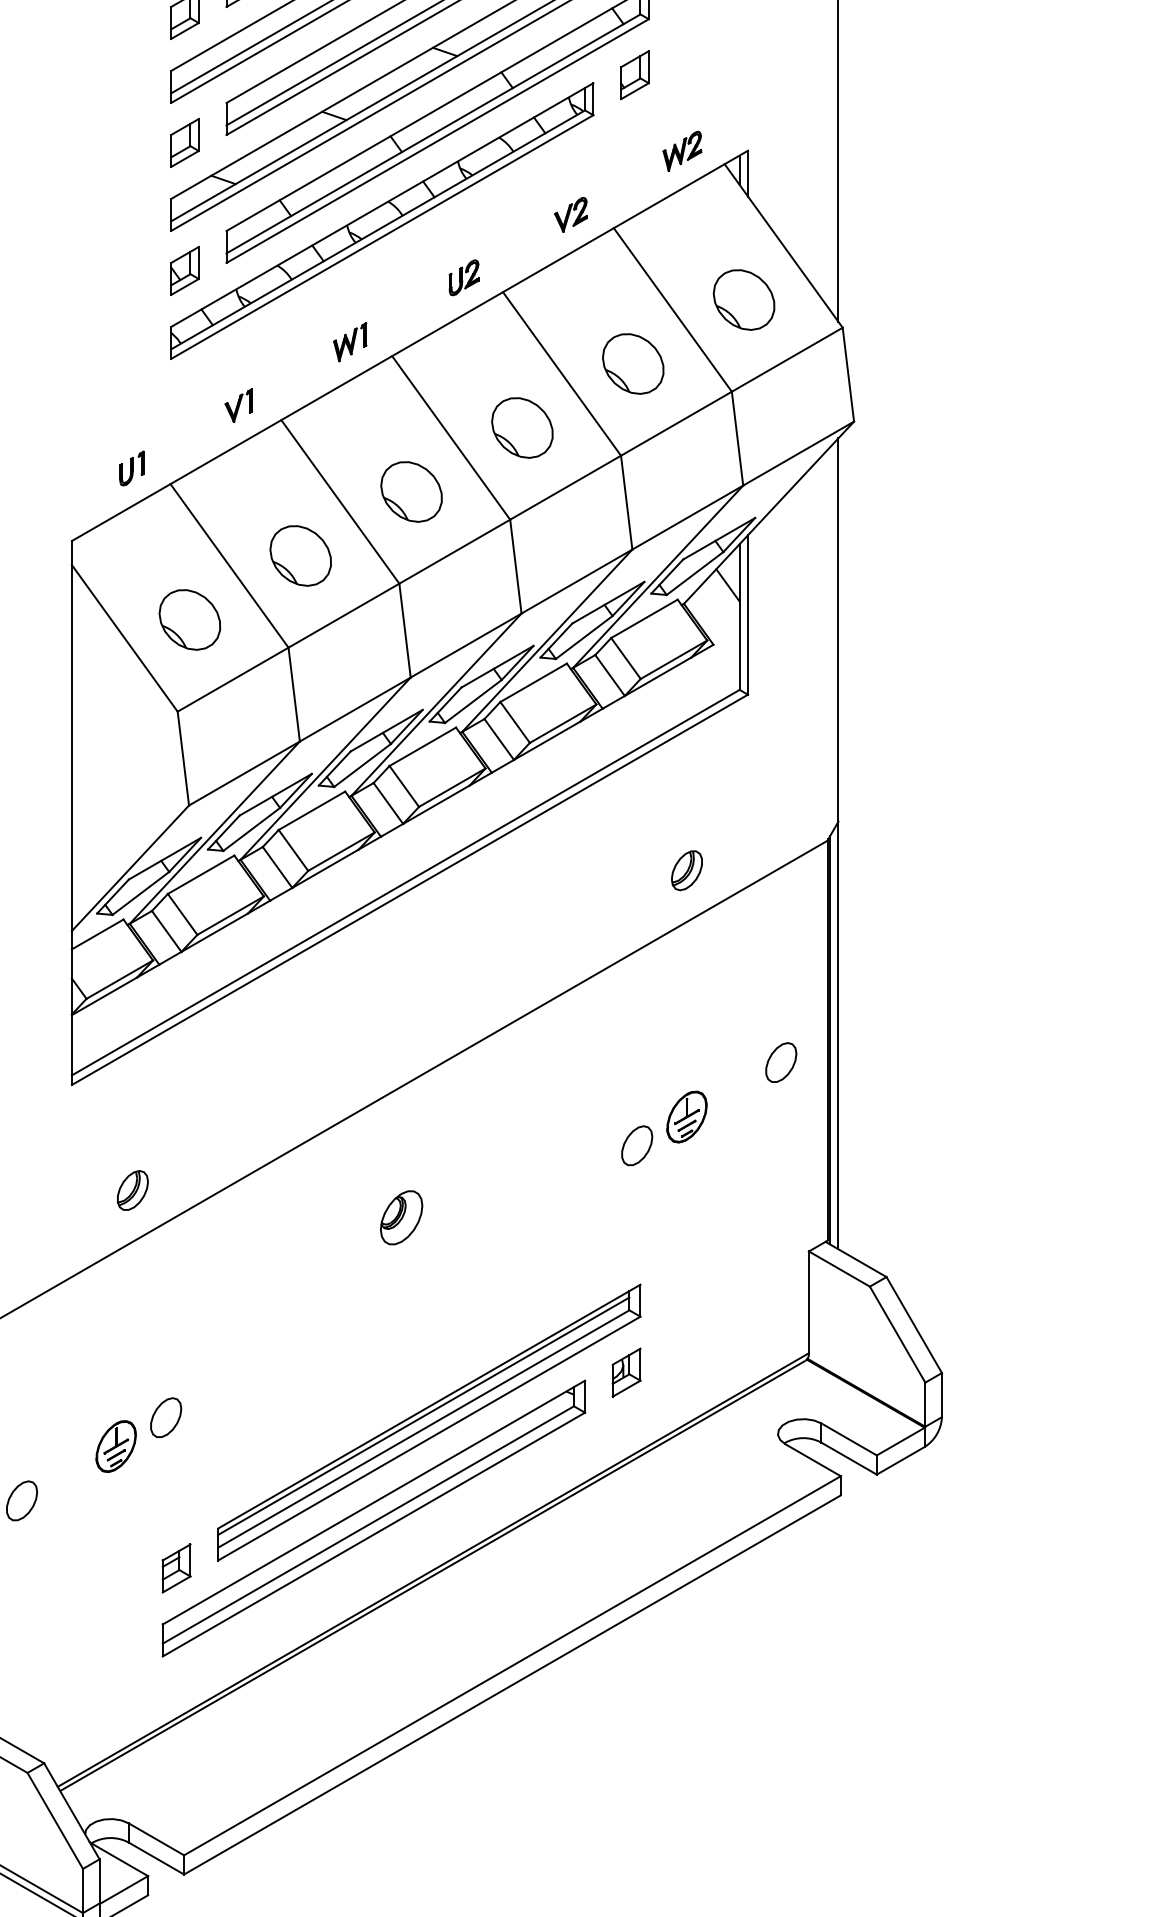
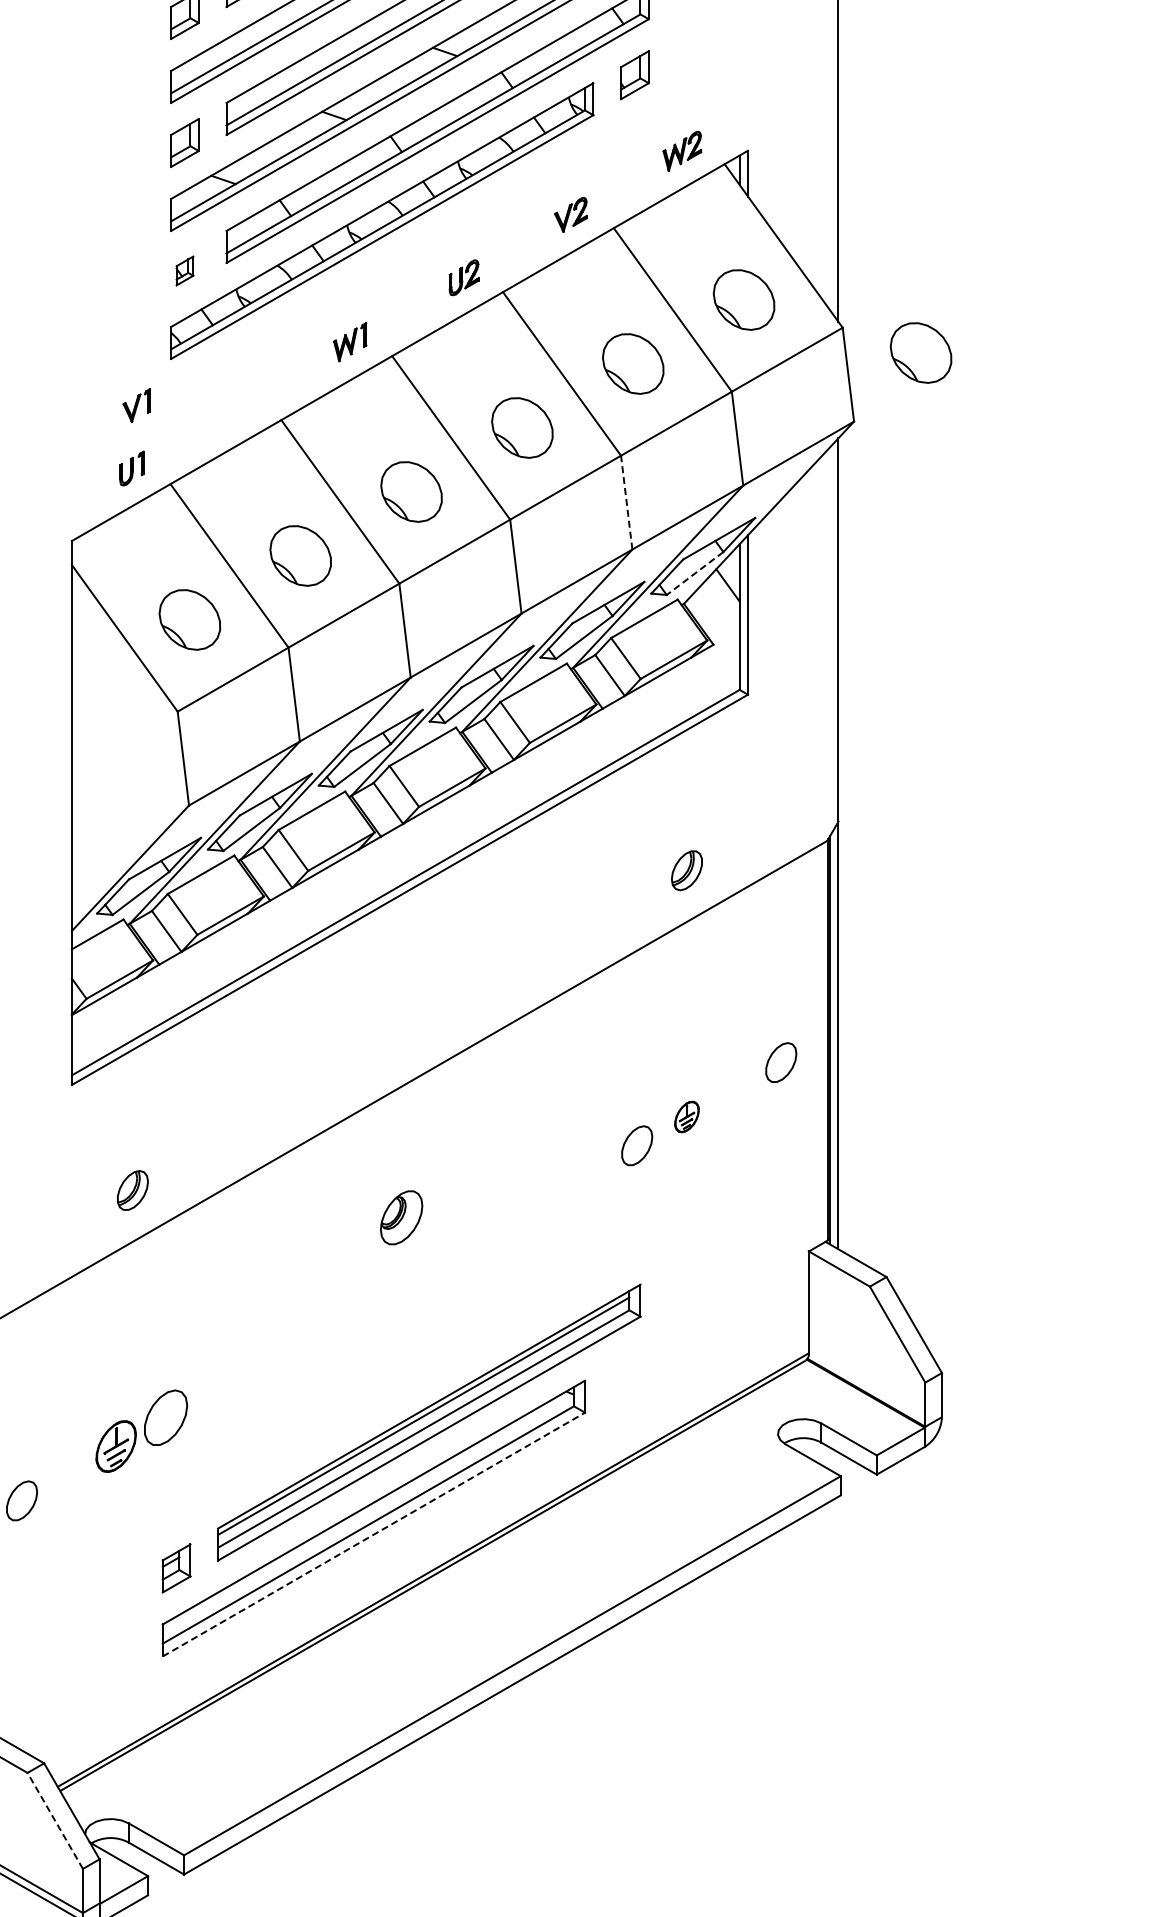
part at (184, 270) size: 30x50 px -> 20x32 px
part at (920, 352): none -> present
part at (238, 405) position: (238, 405) -> (136, 405)
line at (626, 502): solid -> dashed
line at (695, 573): solid -> dashed
part at (686, 1116) size: 42x54 px -> 26x34 px
part at (626, 1372): present -> none
part at (166, 1417) size: 33x41 px -> 45x57 px
line at (373, 1534): solid -> dashed
line at (55, 1820): solid -> dashed
